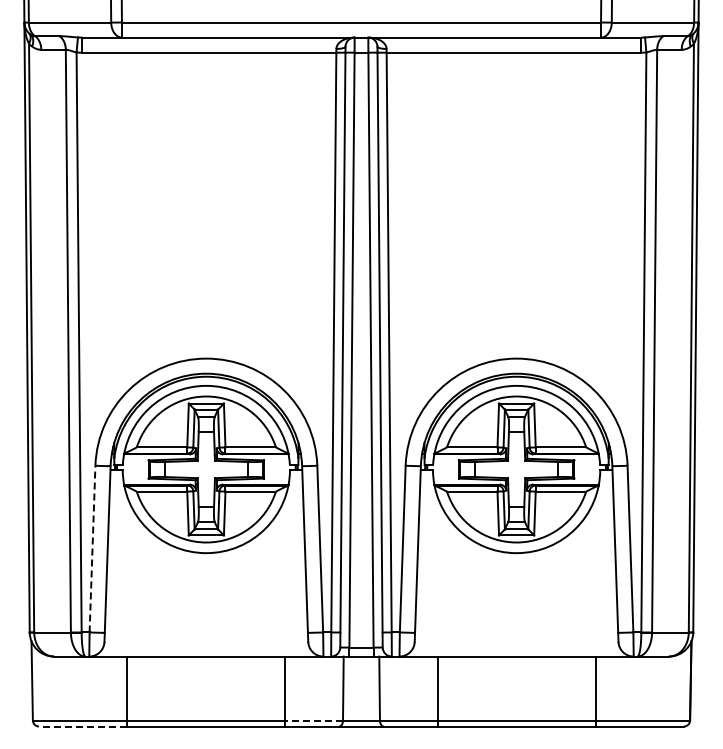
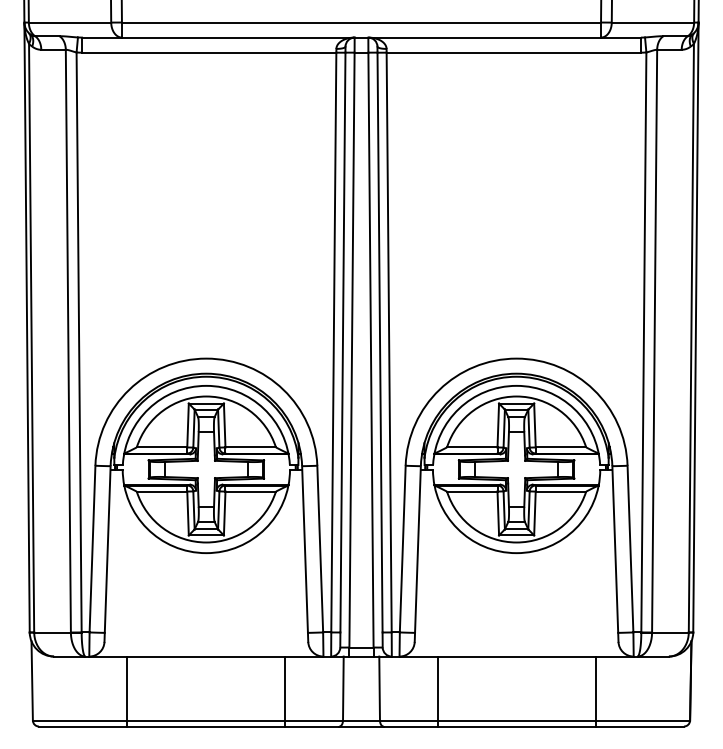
line at (92, 548): dashed -> solid
line at (314, 720): dashed -> solid
line at (82, 726): dashed -> solid
